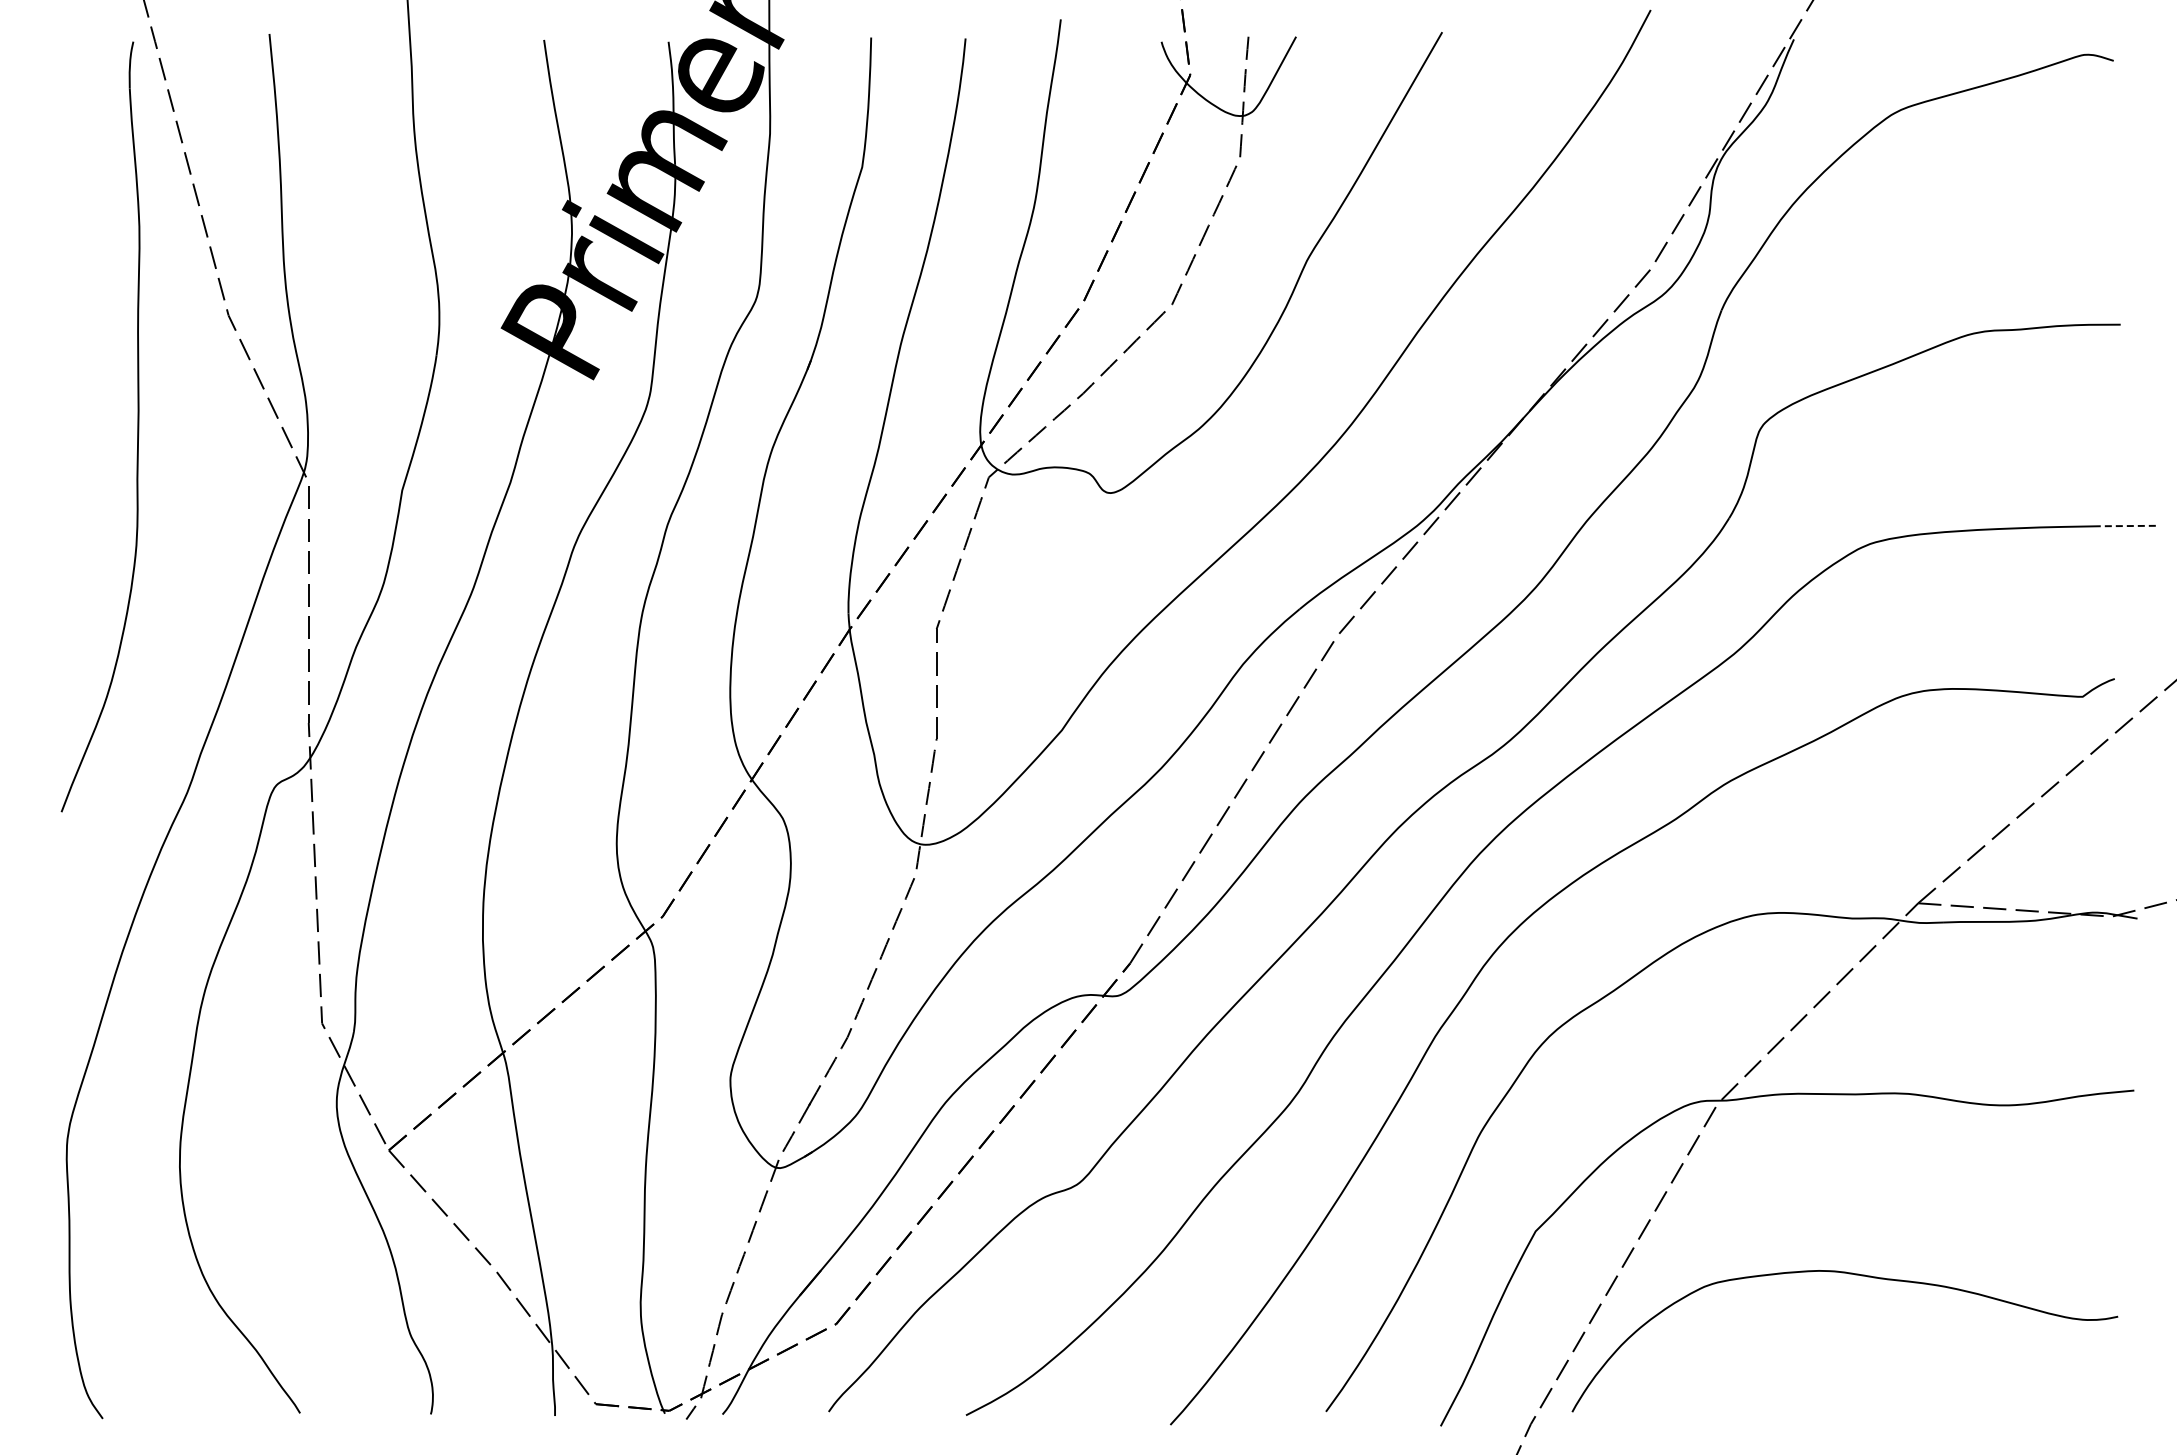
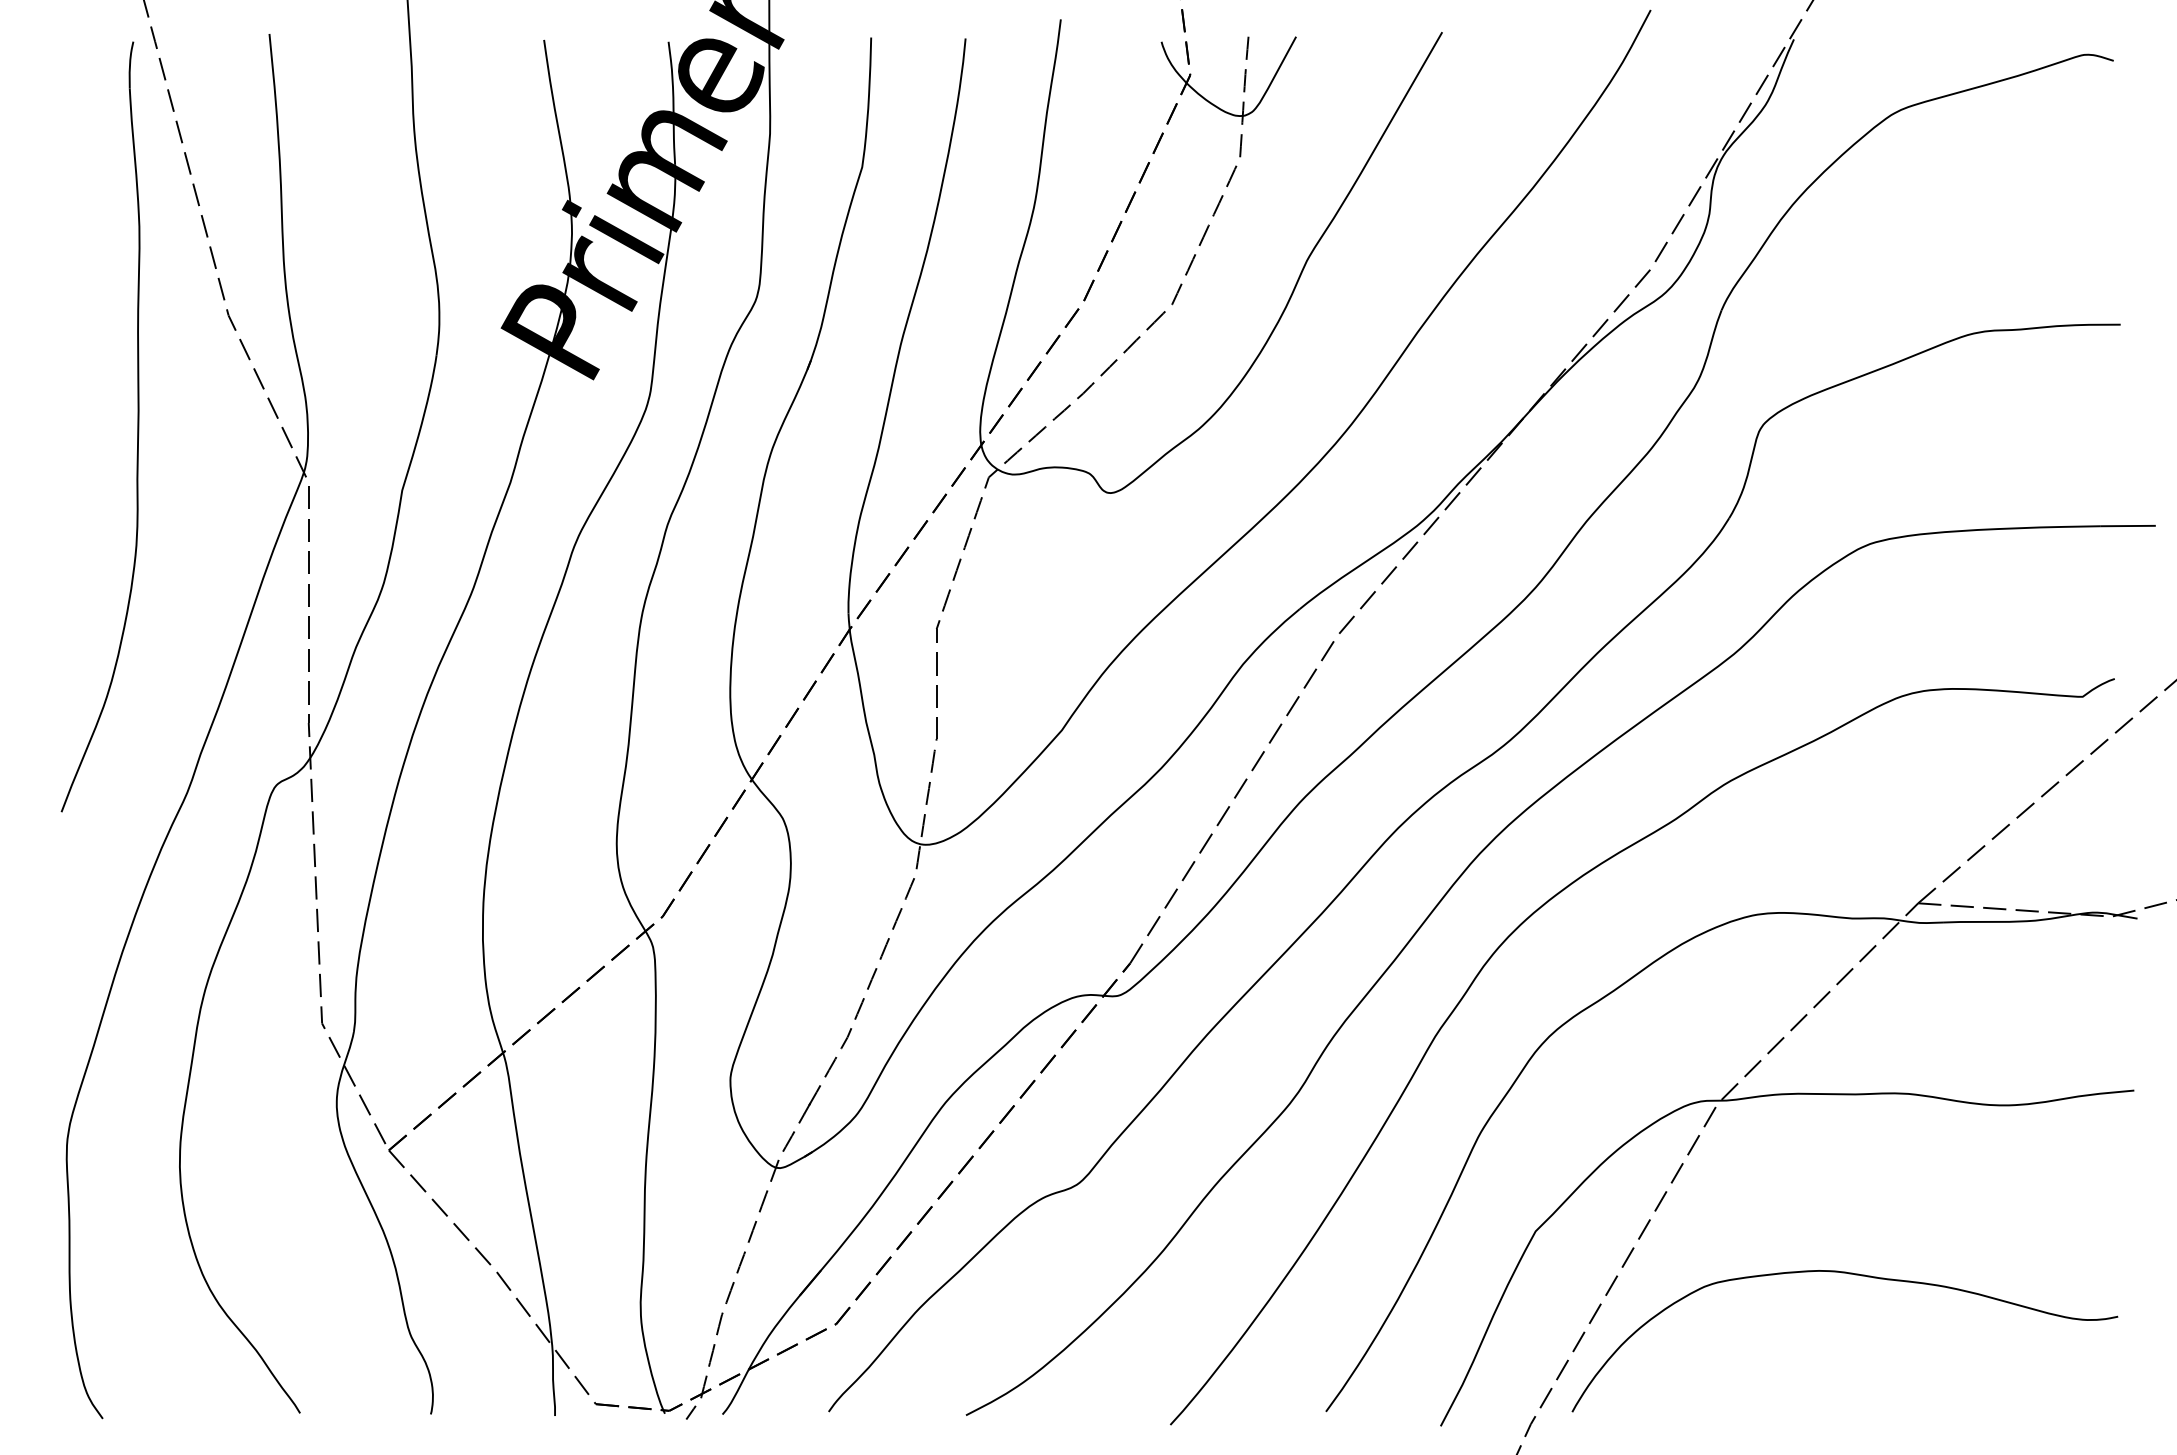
line at (2127, 526): dashed -> solid
